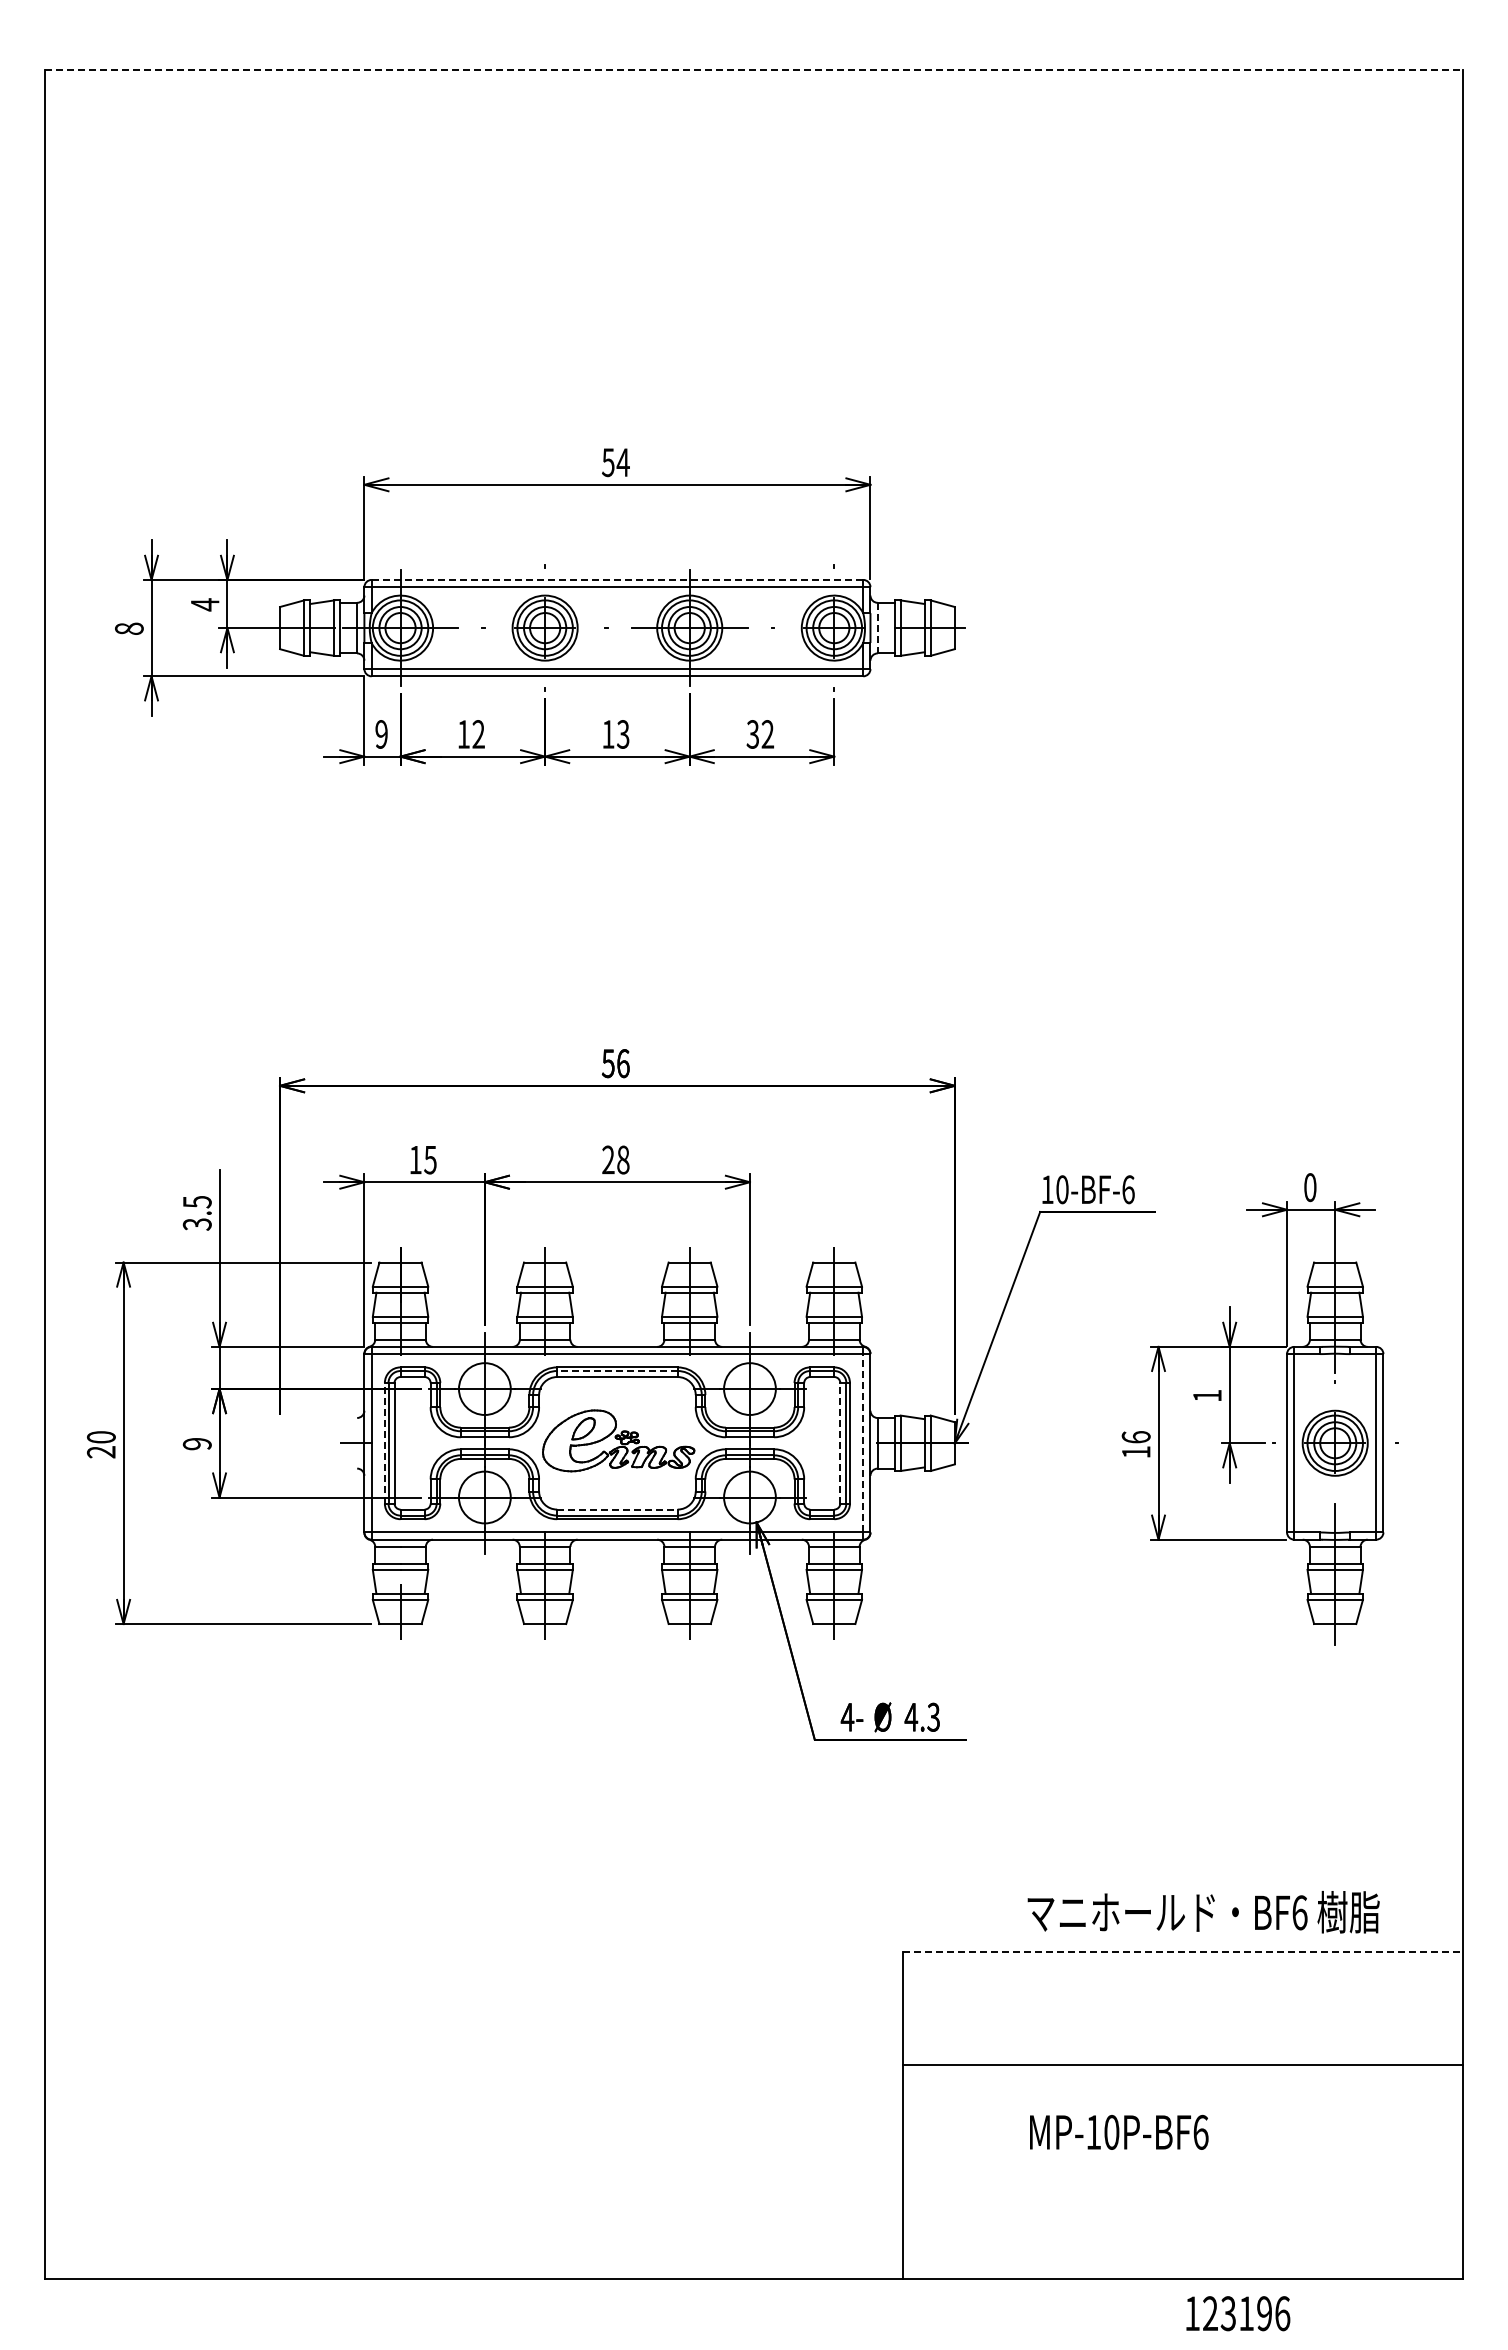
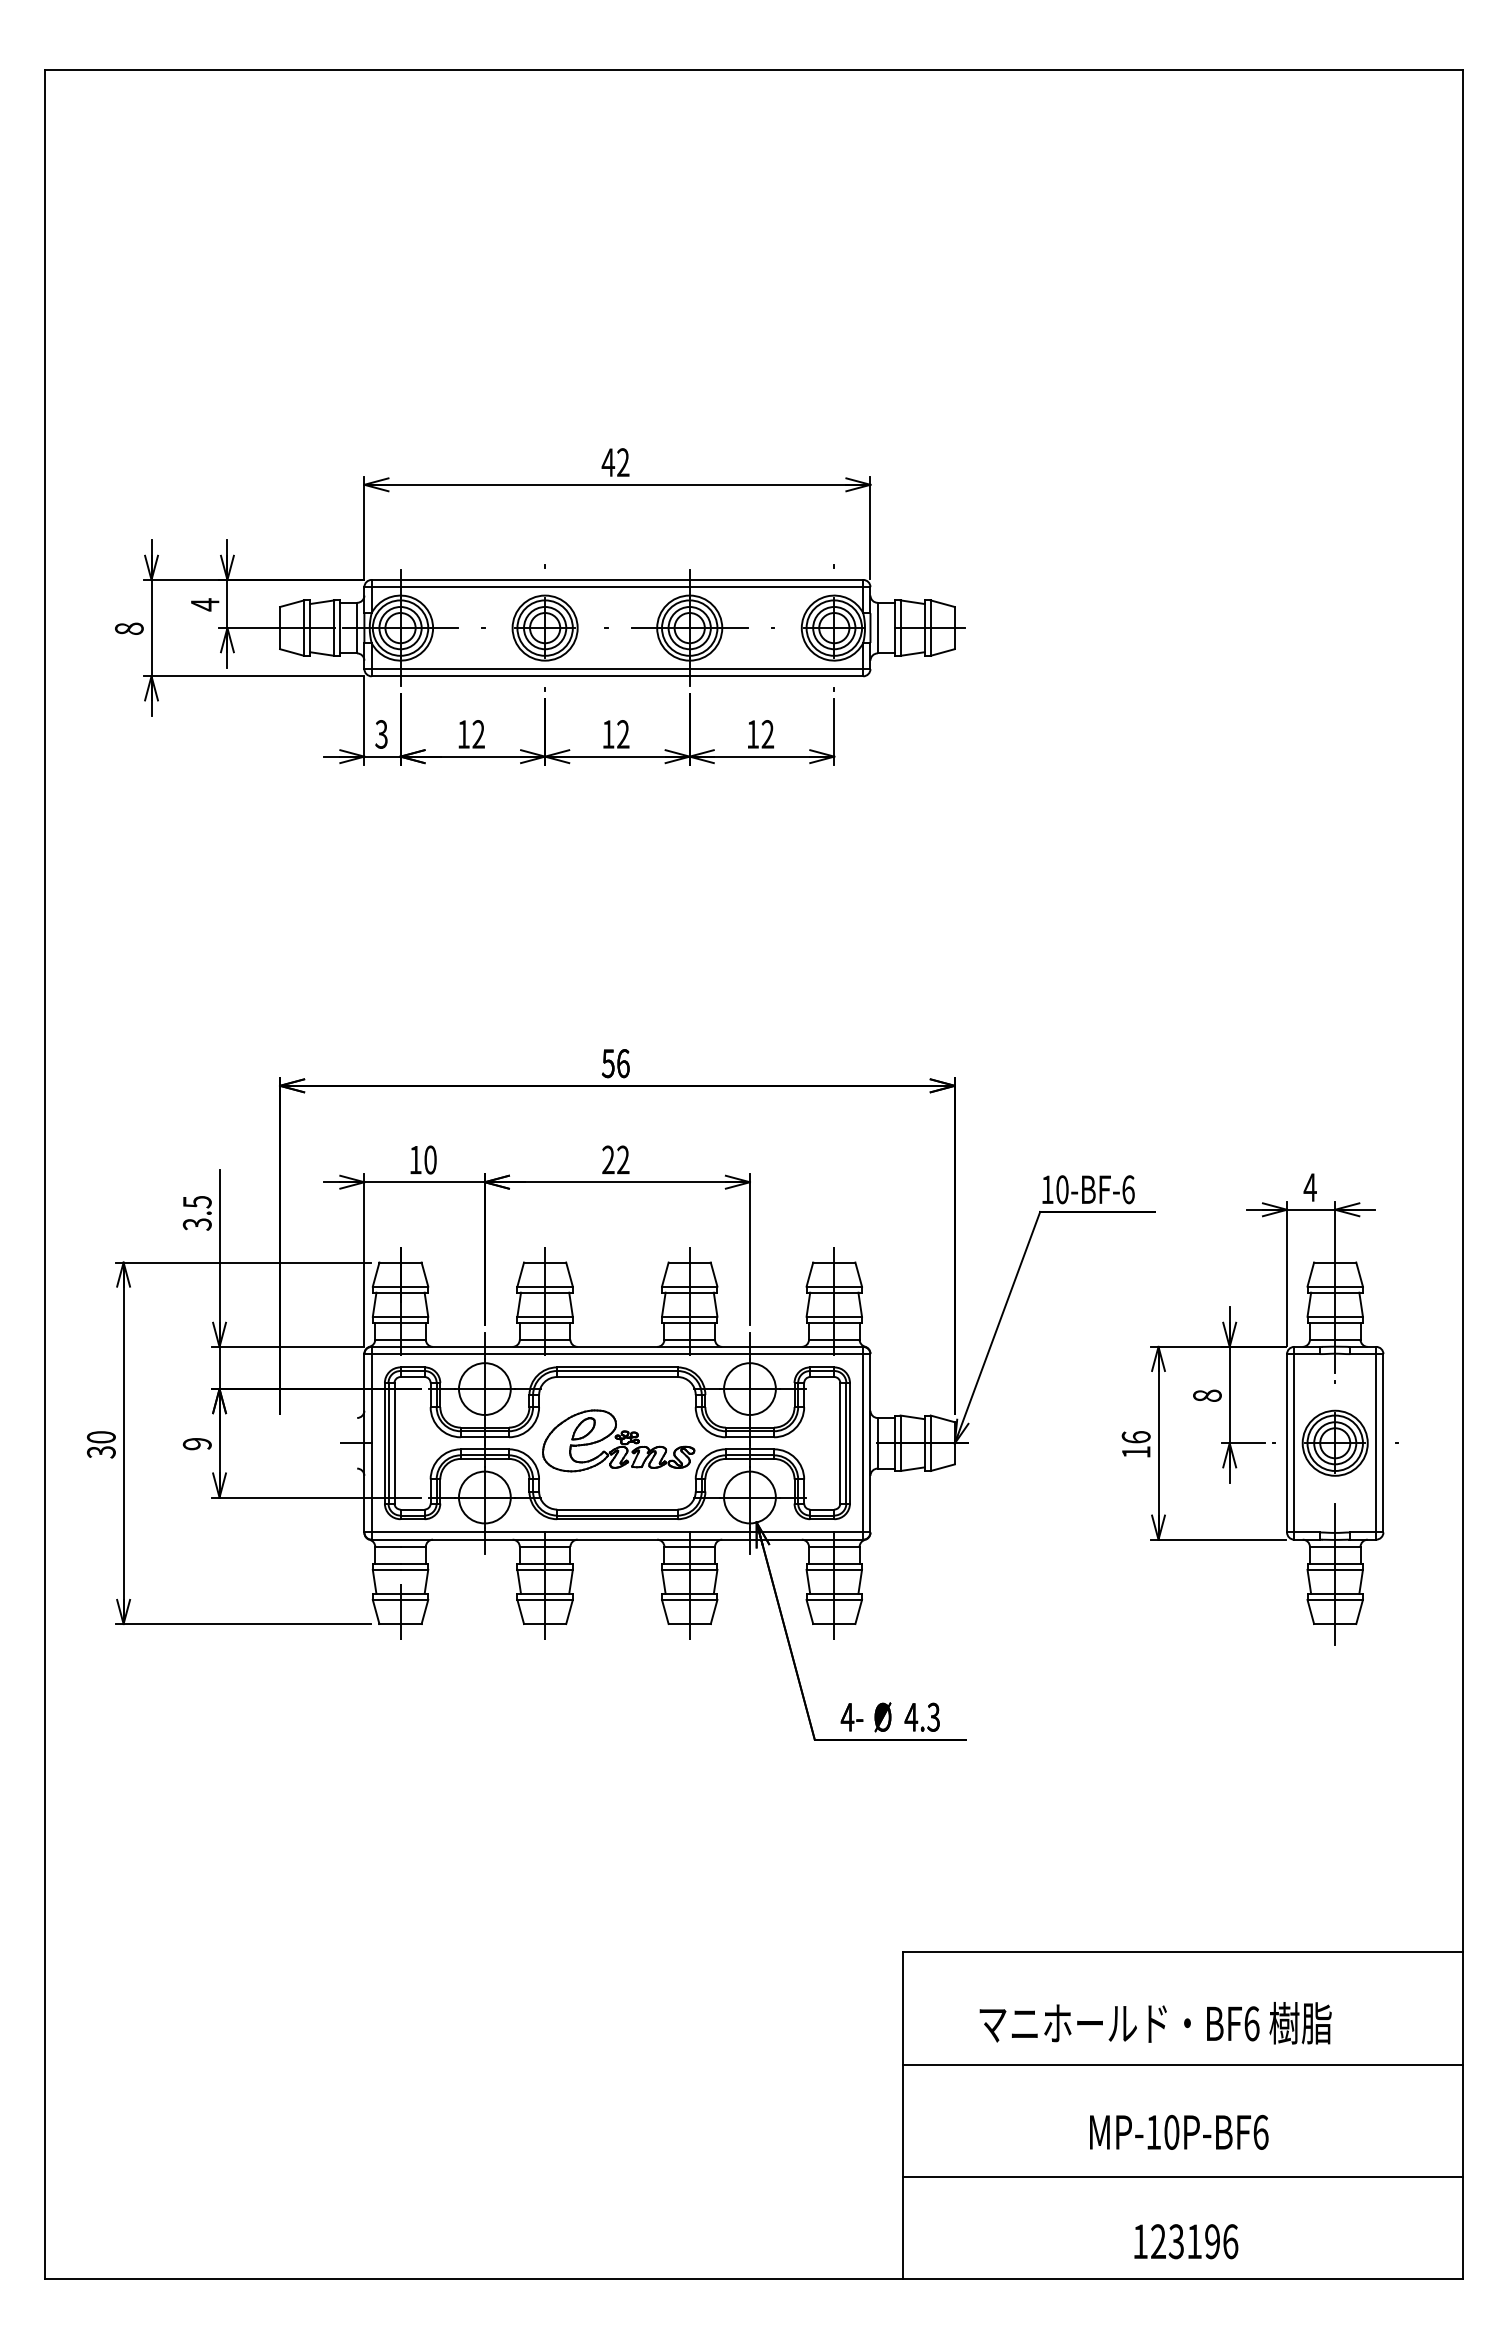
line at (753, 70): dashed -> solid
text at (615, 462): 54 -> 42
line at (617, 579): dashed -> solid
line at (877, 628): dashed -> solid
text at (381, 734): 9 -> 3
text at (623, 734): 13 -> 12
text at (752, 734): 32 -> 12
text at (430, 1159): 15 -> 10
text at (623, 1159): 28 -> 22
text at (1309, 1187): 0 -> 4
line at (616, 1371): dashed -> solid
text at (1207, 1395): 1 -> 8
line at (384, 1442): dashed -> solid
line at (840, 1442): dashed -> solid
line at (863, 1442): dashed -> solid
text at (101, 1452): 20 -> 30
line at (617, 1509): dashed -> solid
text at (1203, 1912) position: (1203, 1912) -> (1155, 2023)
line at (1183, 1952): dashed -> solid
text at (1119, 2131) position: (1119, 2131) -> (1179, 2131)
line at (1182, 2177): none -> present
text at (1238, 2313) position: (1238, 2313) -> (1186, 2241)
